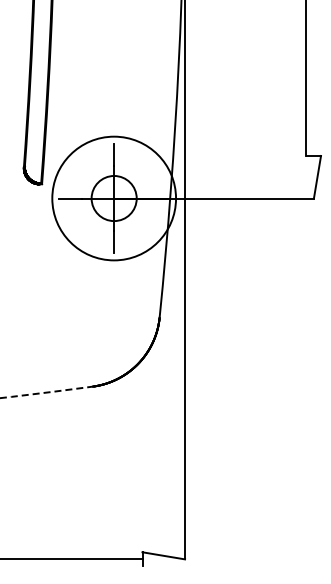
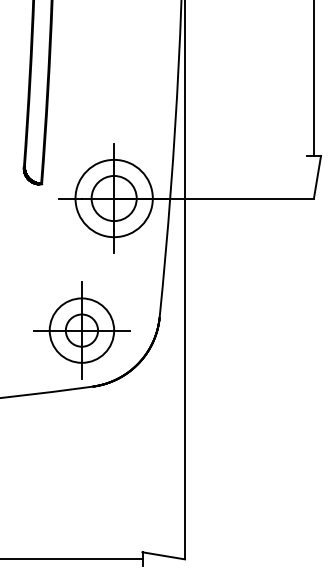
line at (305, 78) position: (305, 78) -> (313, 78)
circle at (114, 198) diameter: 124 px -> 77 px
part at (81, 330): none -> present
arc at (46, 392): dashed -> solid
